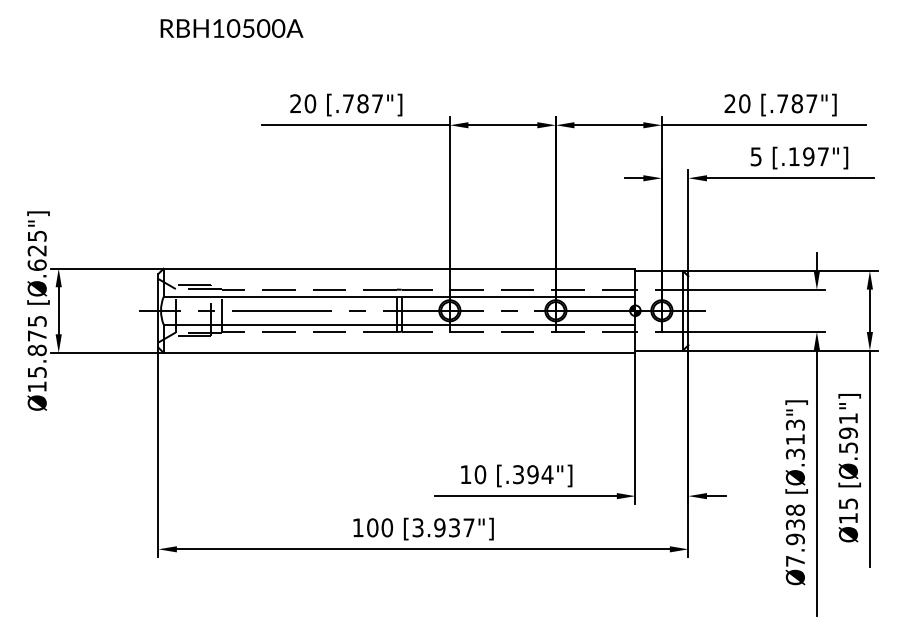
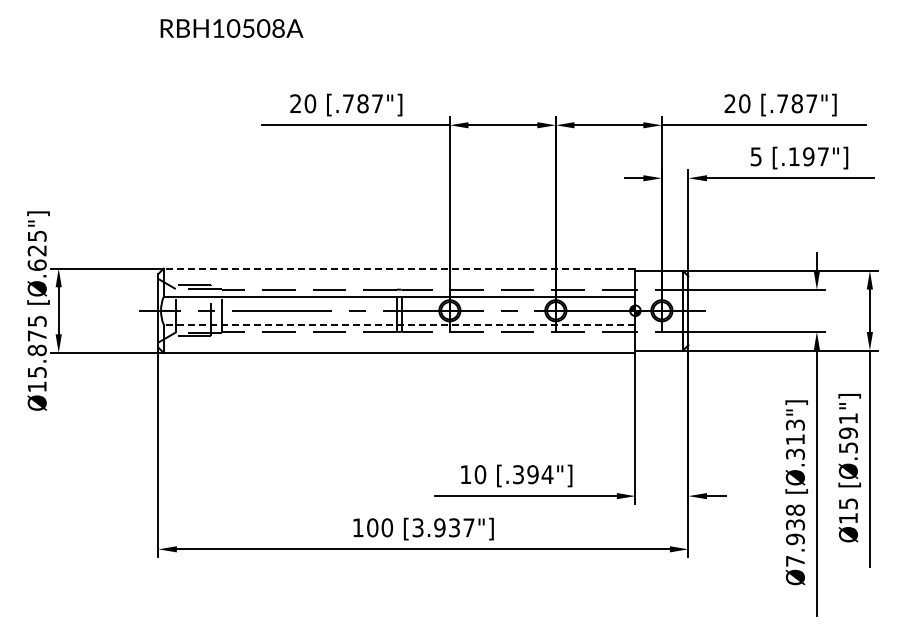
text at (278, 28): RBH10500A -> RBH10508A
line at (399, 268): solid -> dashed
line at (399, 324): solid -> dashed
